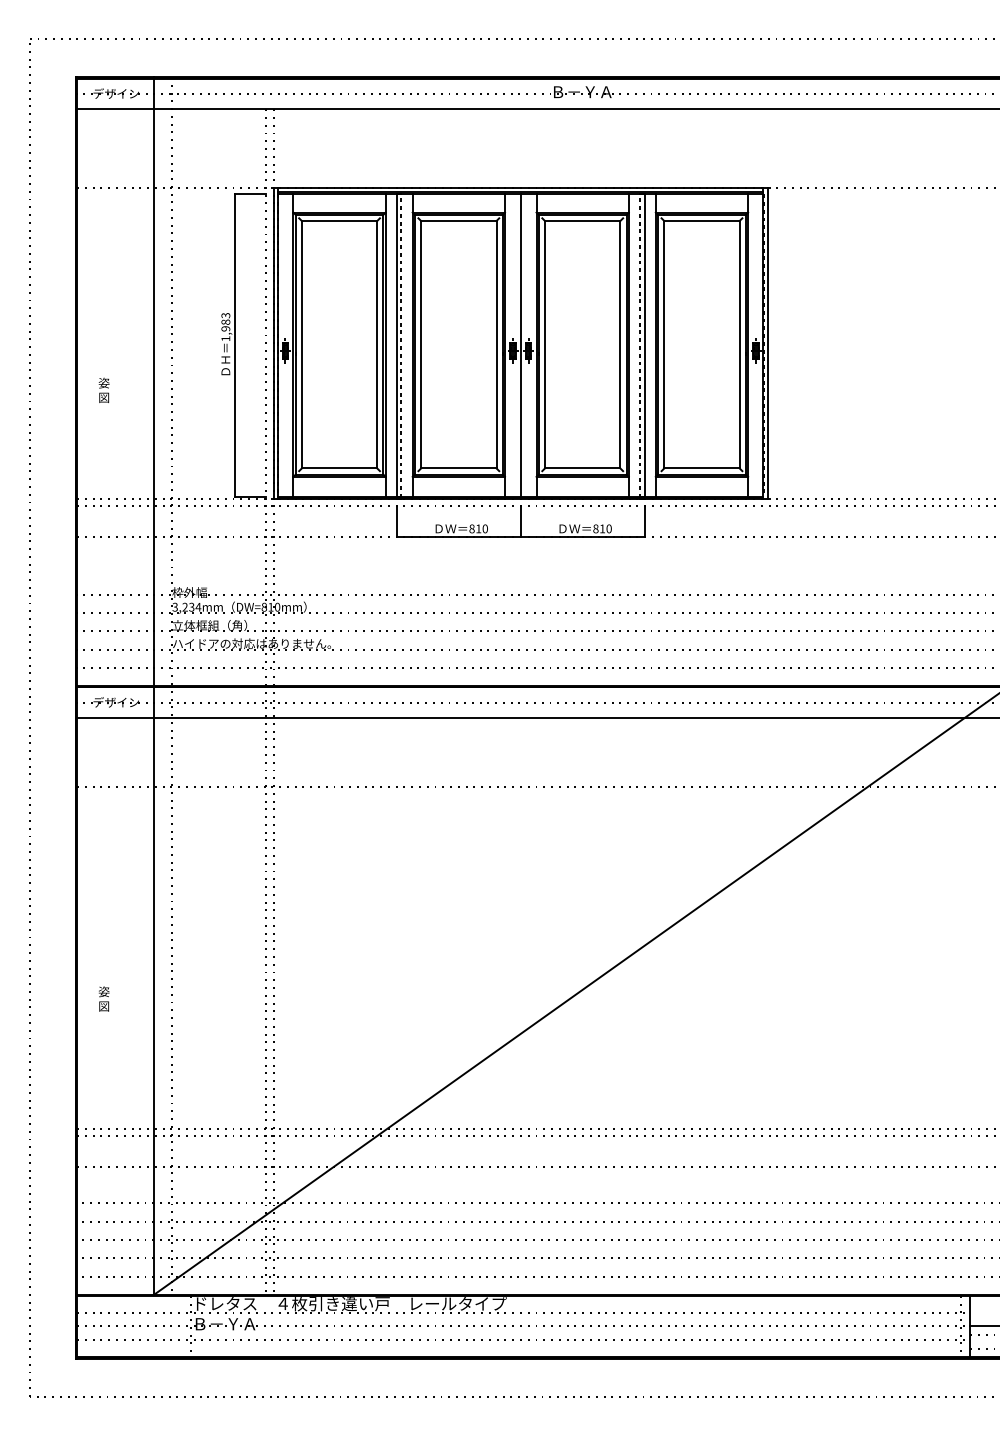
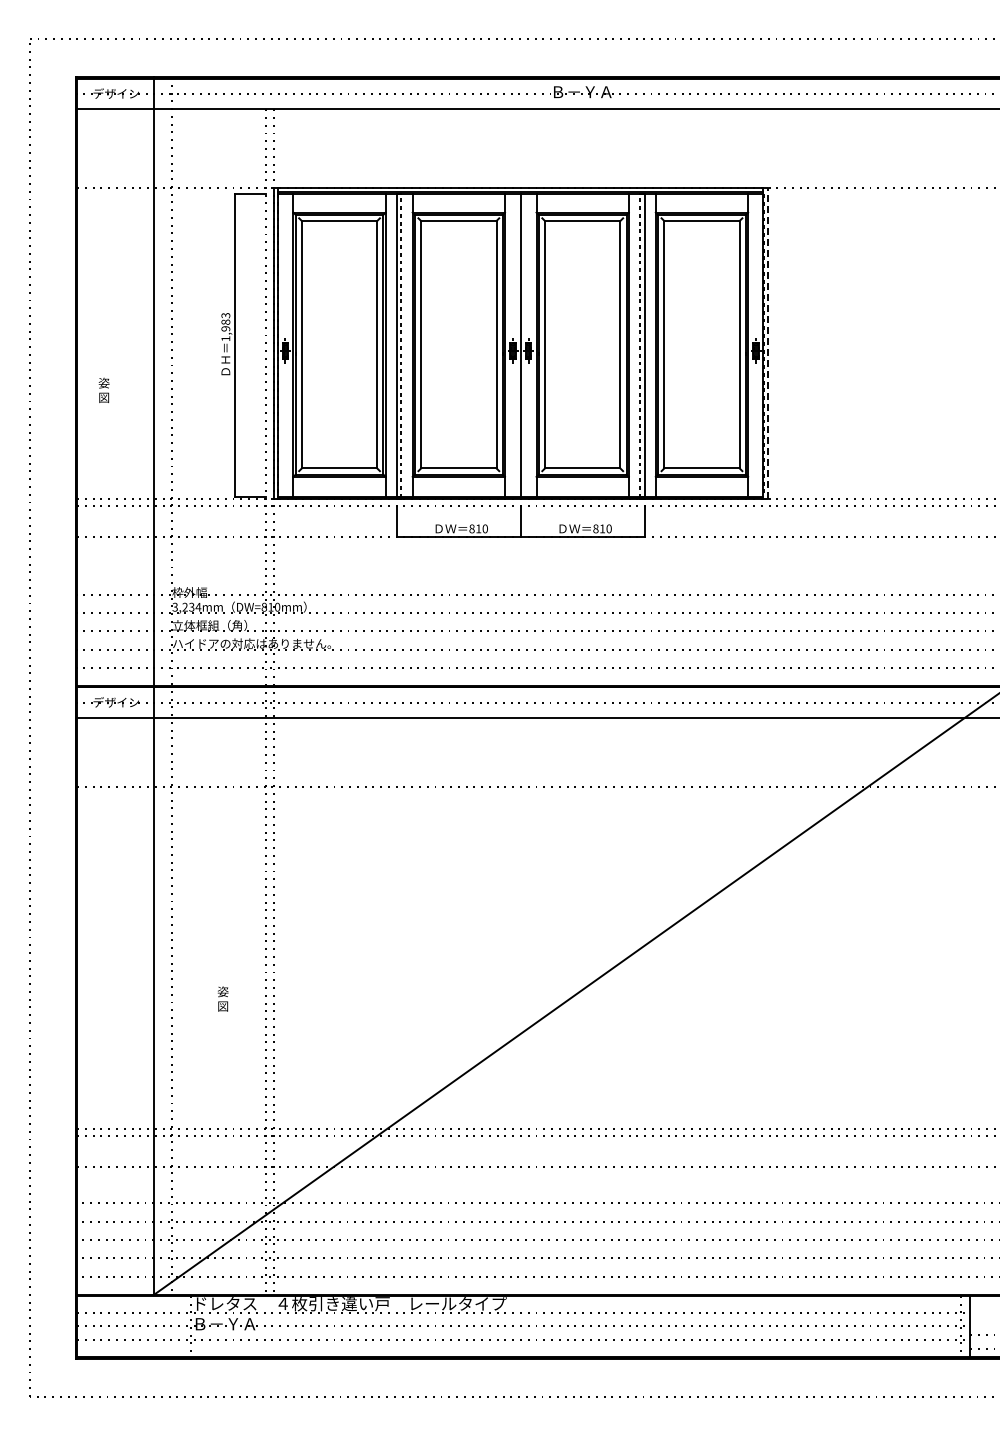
line at (768, 343): solid -> dashed
text at (103, 998) position: (103, 998) -> (222, 998)
line at (983, 1326): present -> none
